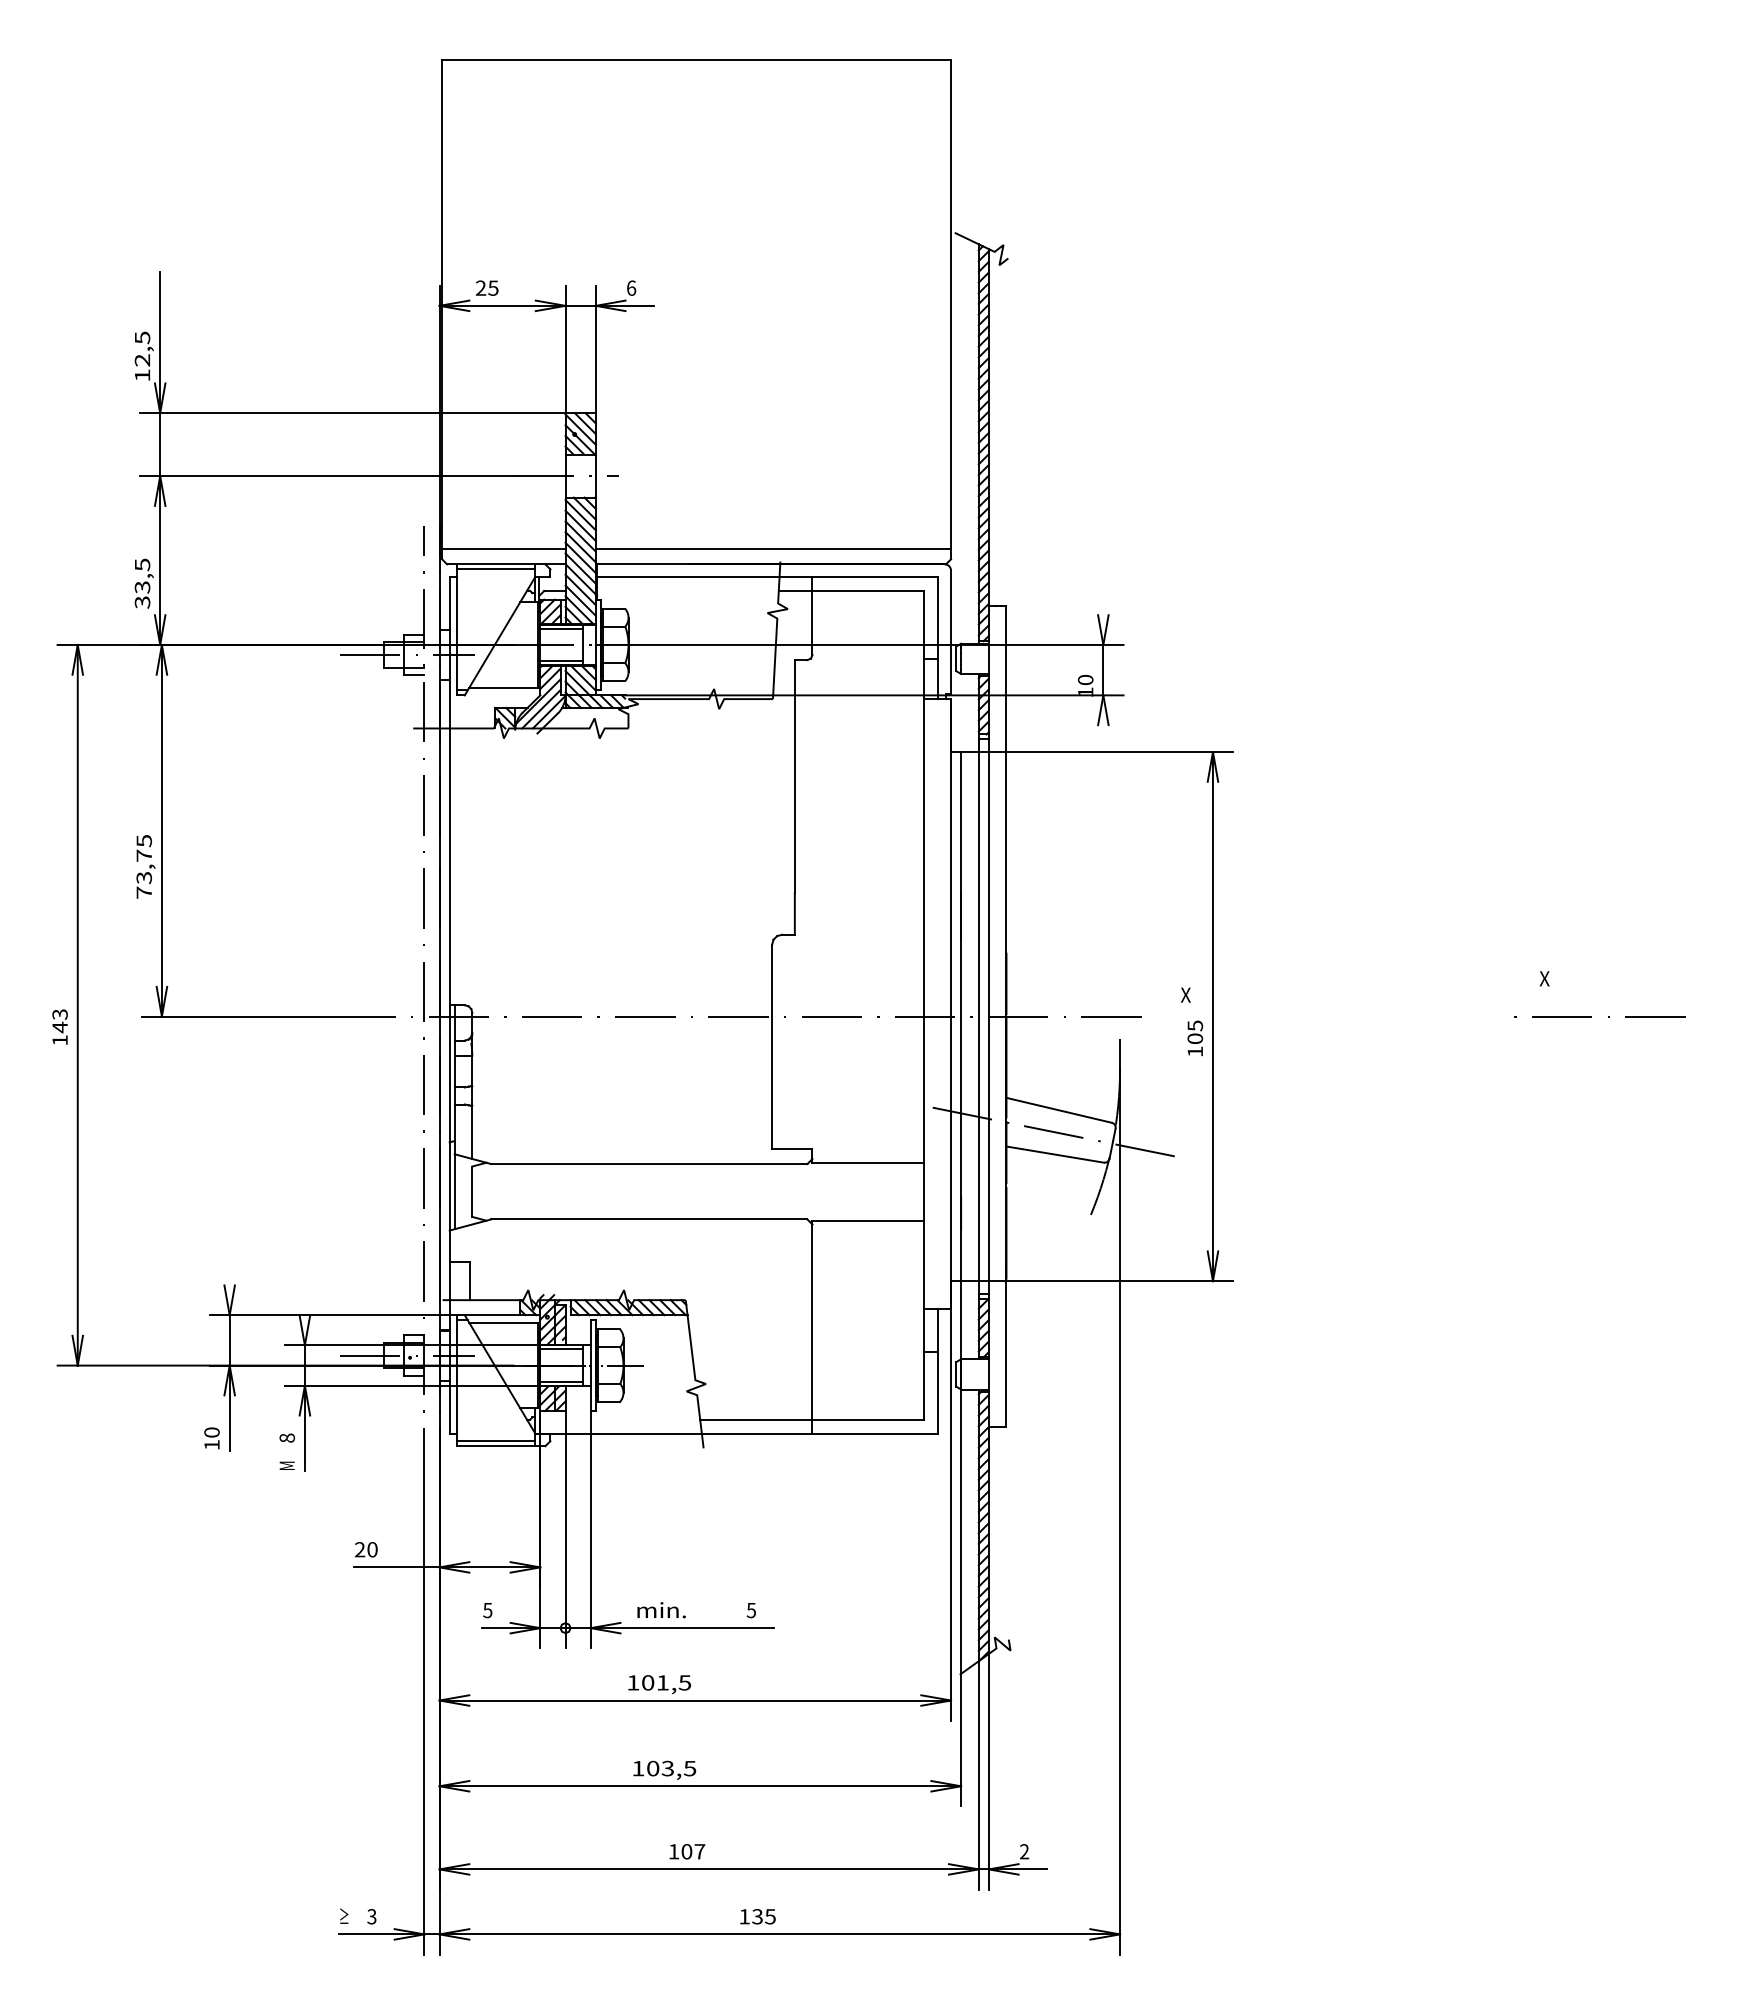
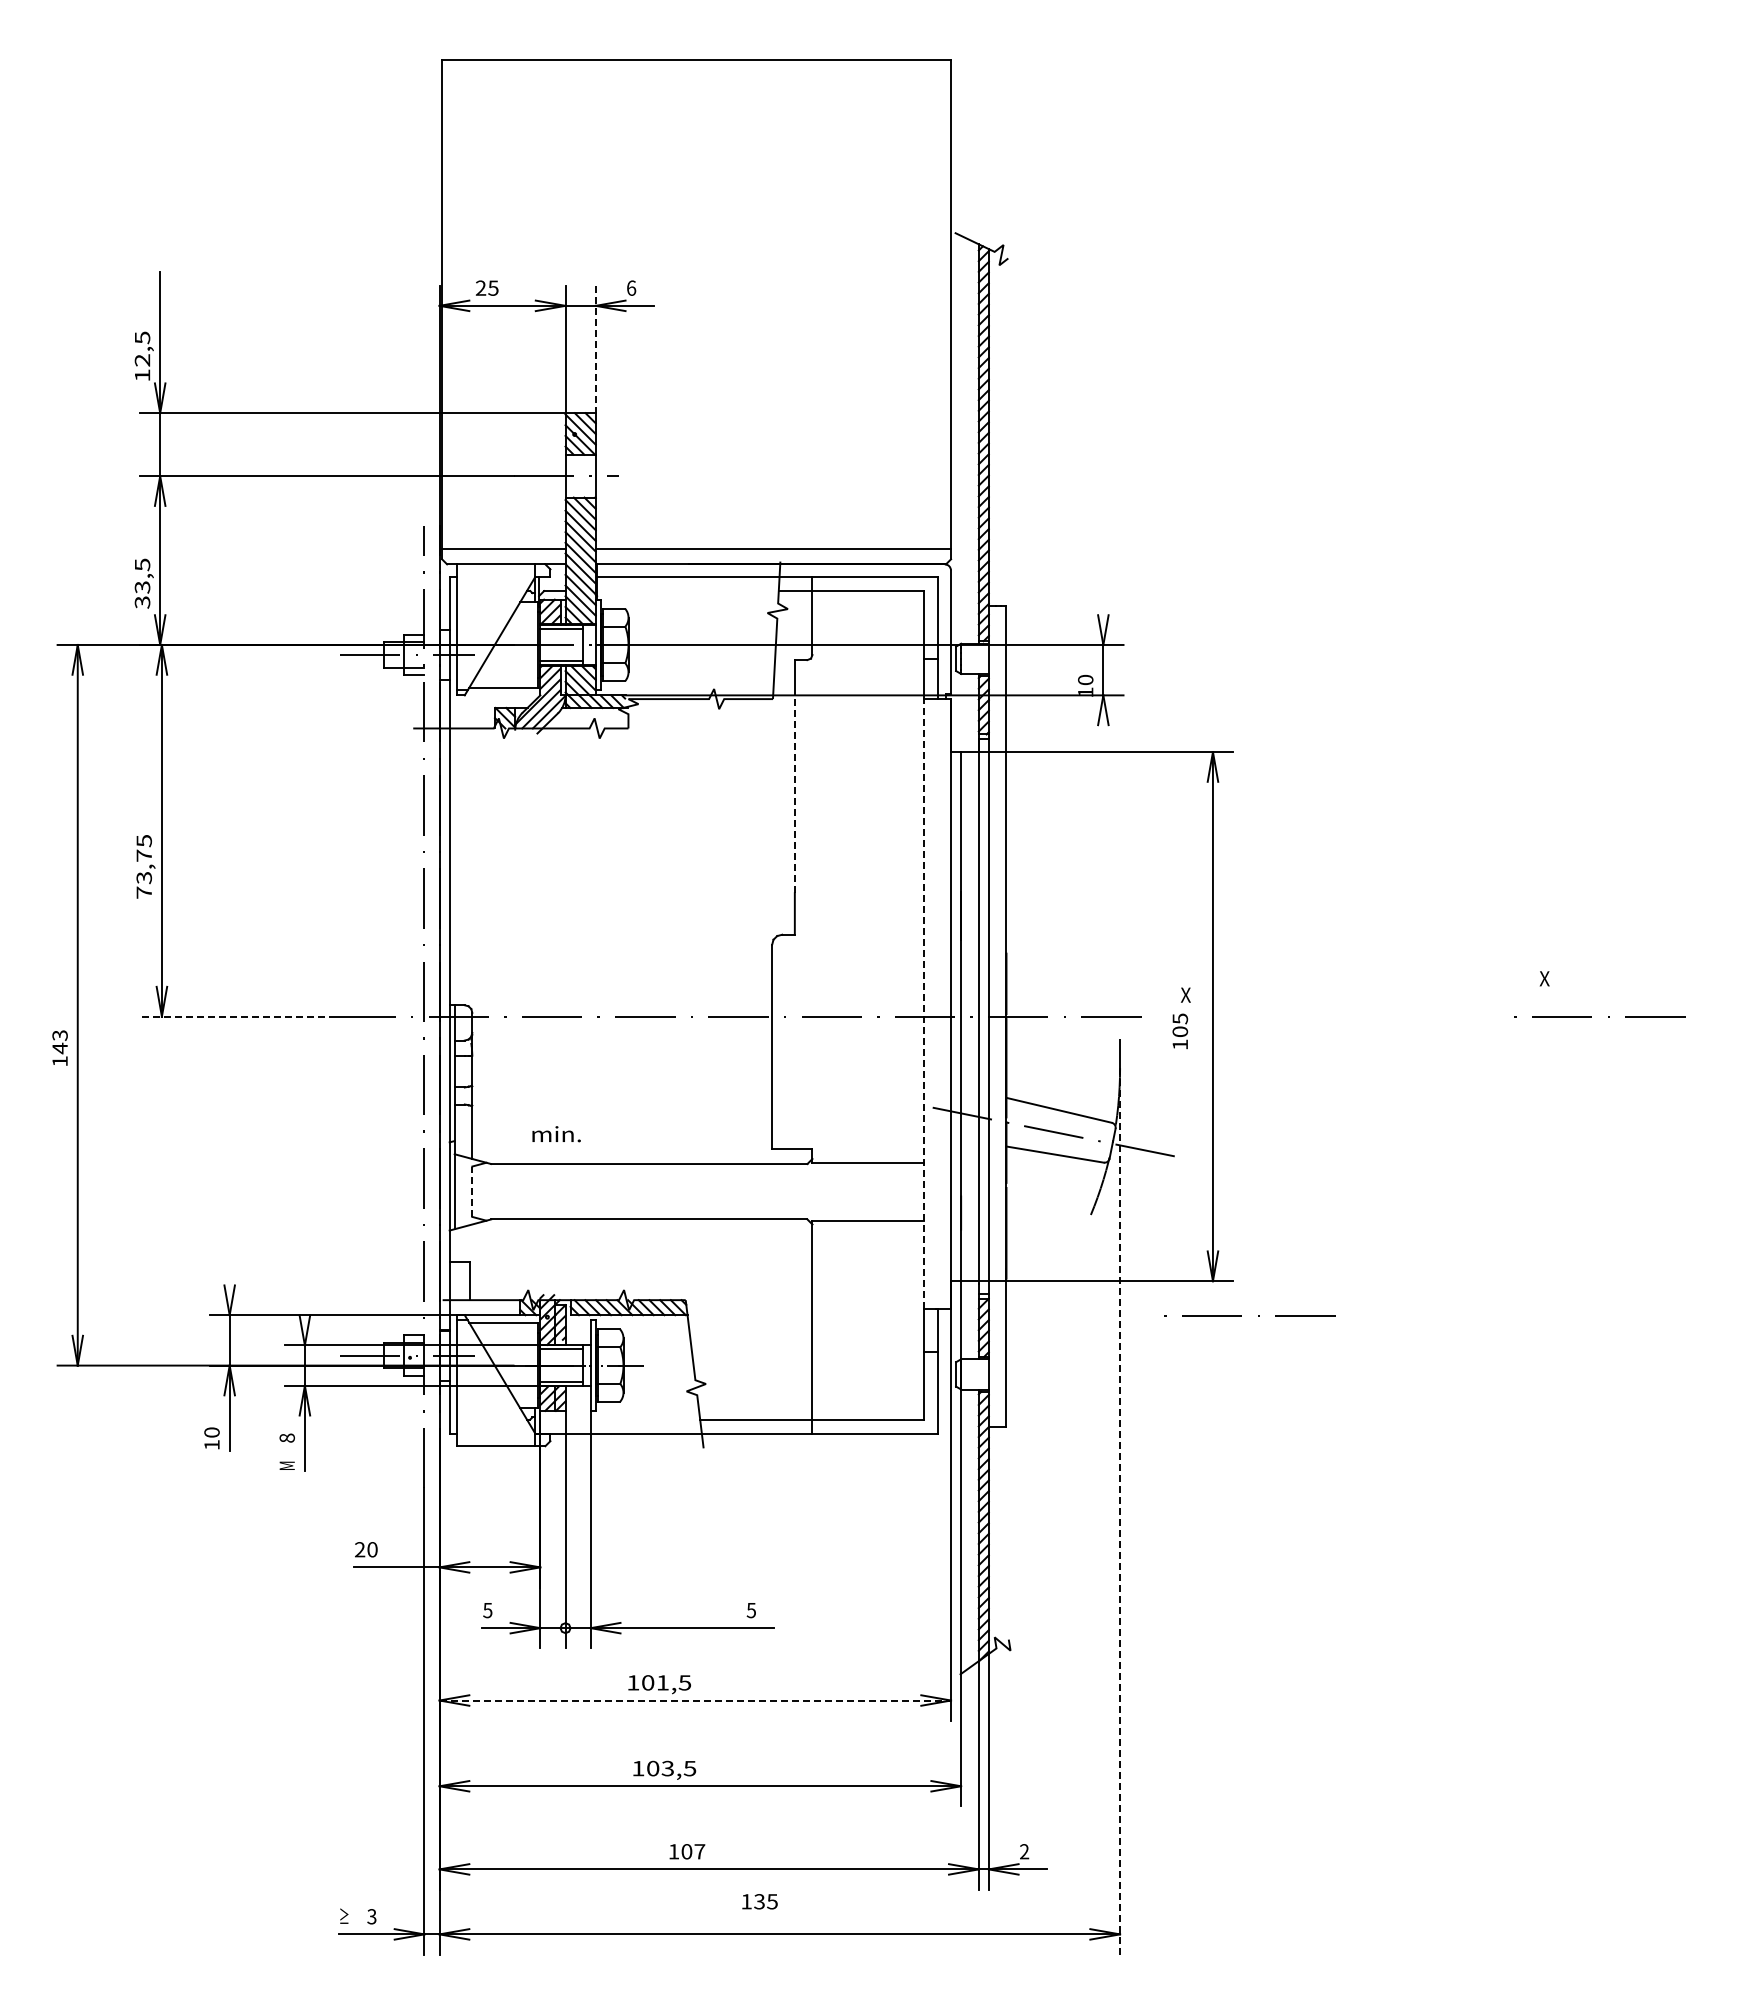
line at (595, 349): solid -> dashed
line at (496, 569): present -> none
line at (794, 794): solid -> dashed
line at (924, 1004): solid -> dashed
line at (238, 1016): solid -> dashed
text at (59, 1026) position: (59, 1026) -> (59, 1047)
text at (1195, 1038) position: (1195, 1038) -> (1180, 1031)
line at (472, 1191): solid -> dashed
line at (1241, 1315): none -> present
line at (496, 1441): present -> none
line at (1120, 1510): solid -> dashed
text at (661, 1610) position: (661, 1610) -> (556, 1134)
line at (695, 1700): solid -> dashed
text at (757, 1916) position: (757, 1916) -> (759, 1901)
